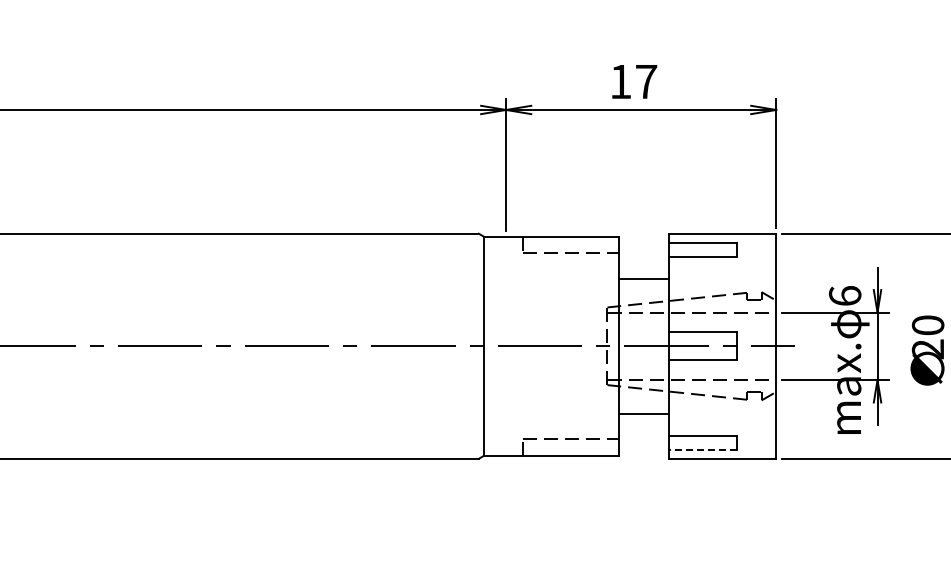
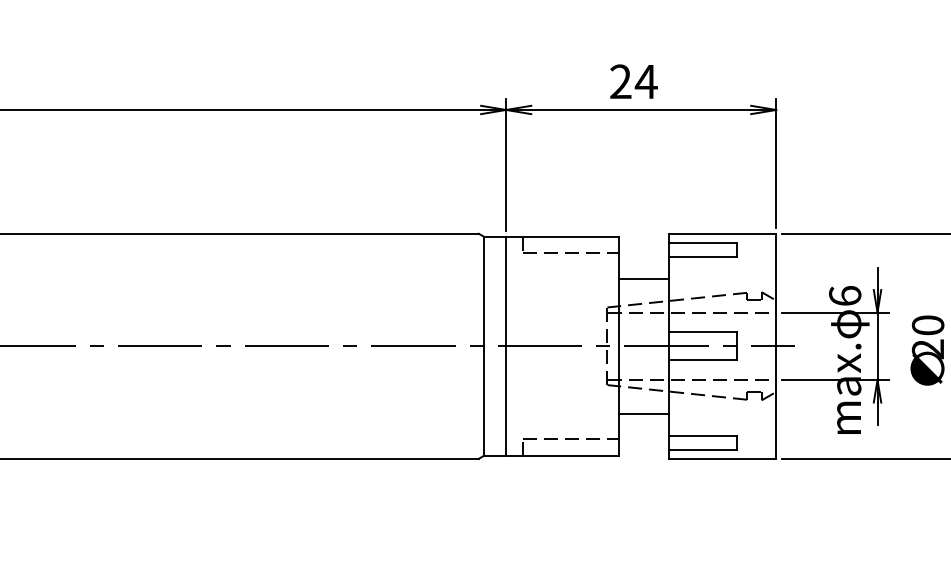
text at (633, 81): 17 -> 24
line at (506, 345): none -> present
line at (703, 450): dashed -> solid
